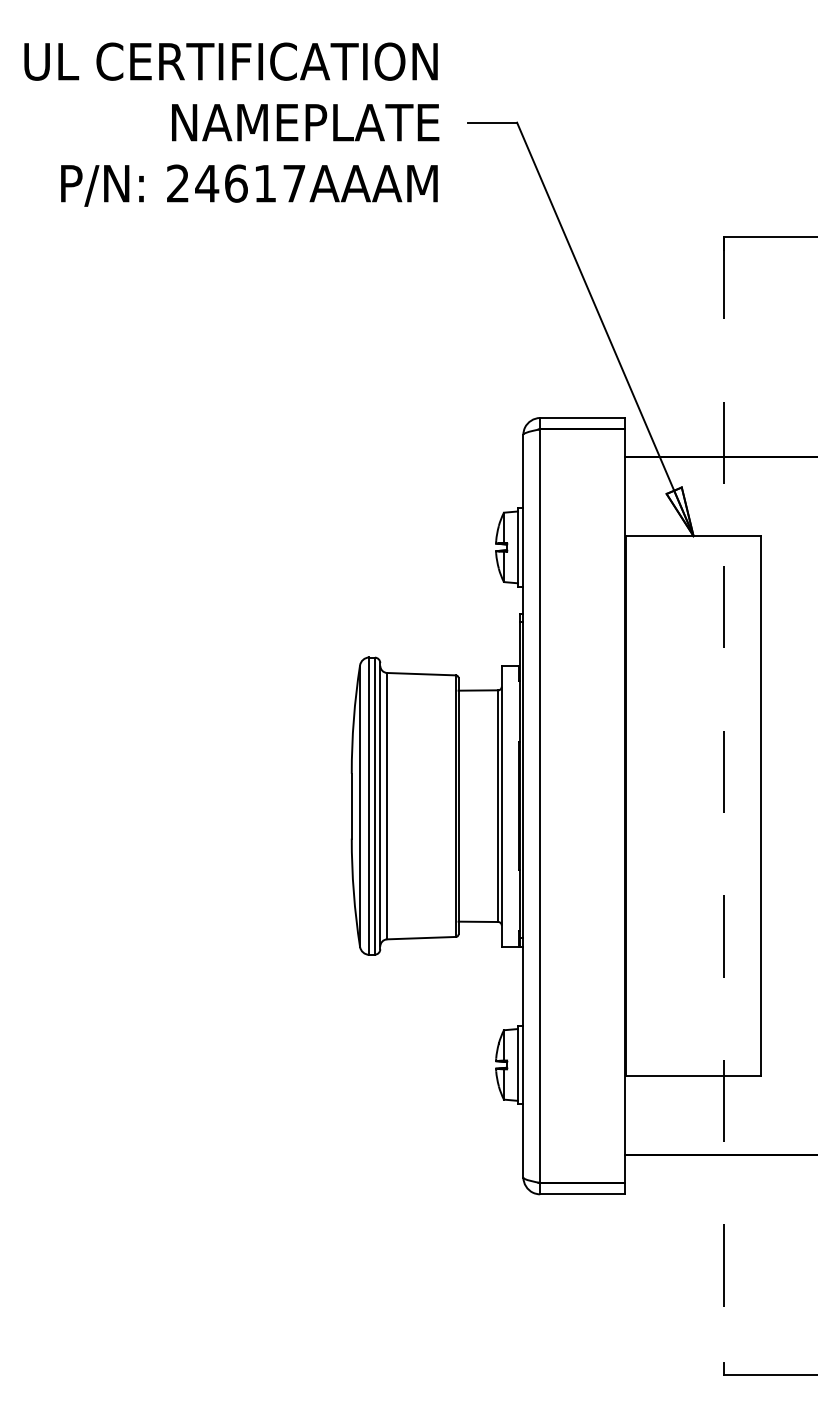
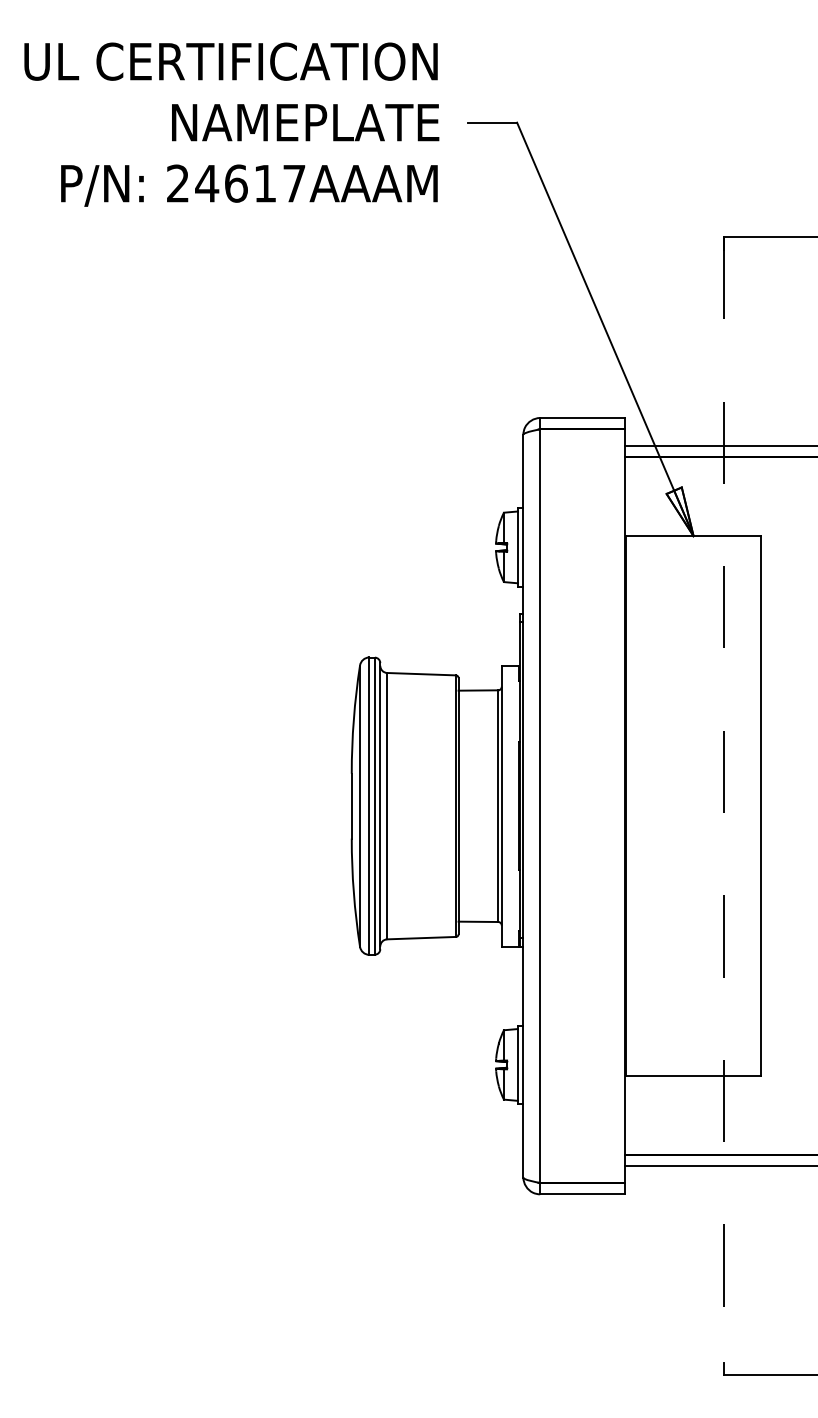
line at (719, 446): none -> present
line at (719, 1166): none -> present
